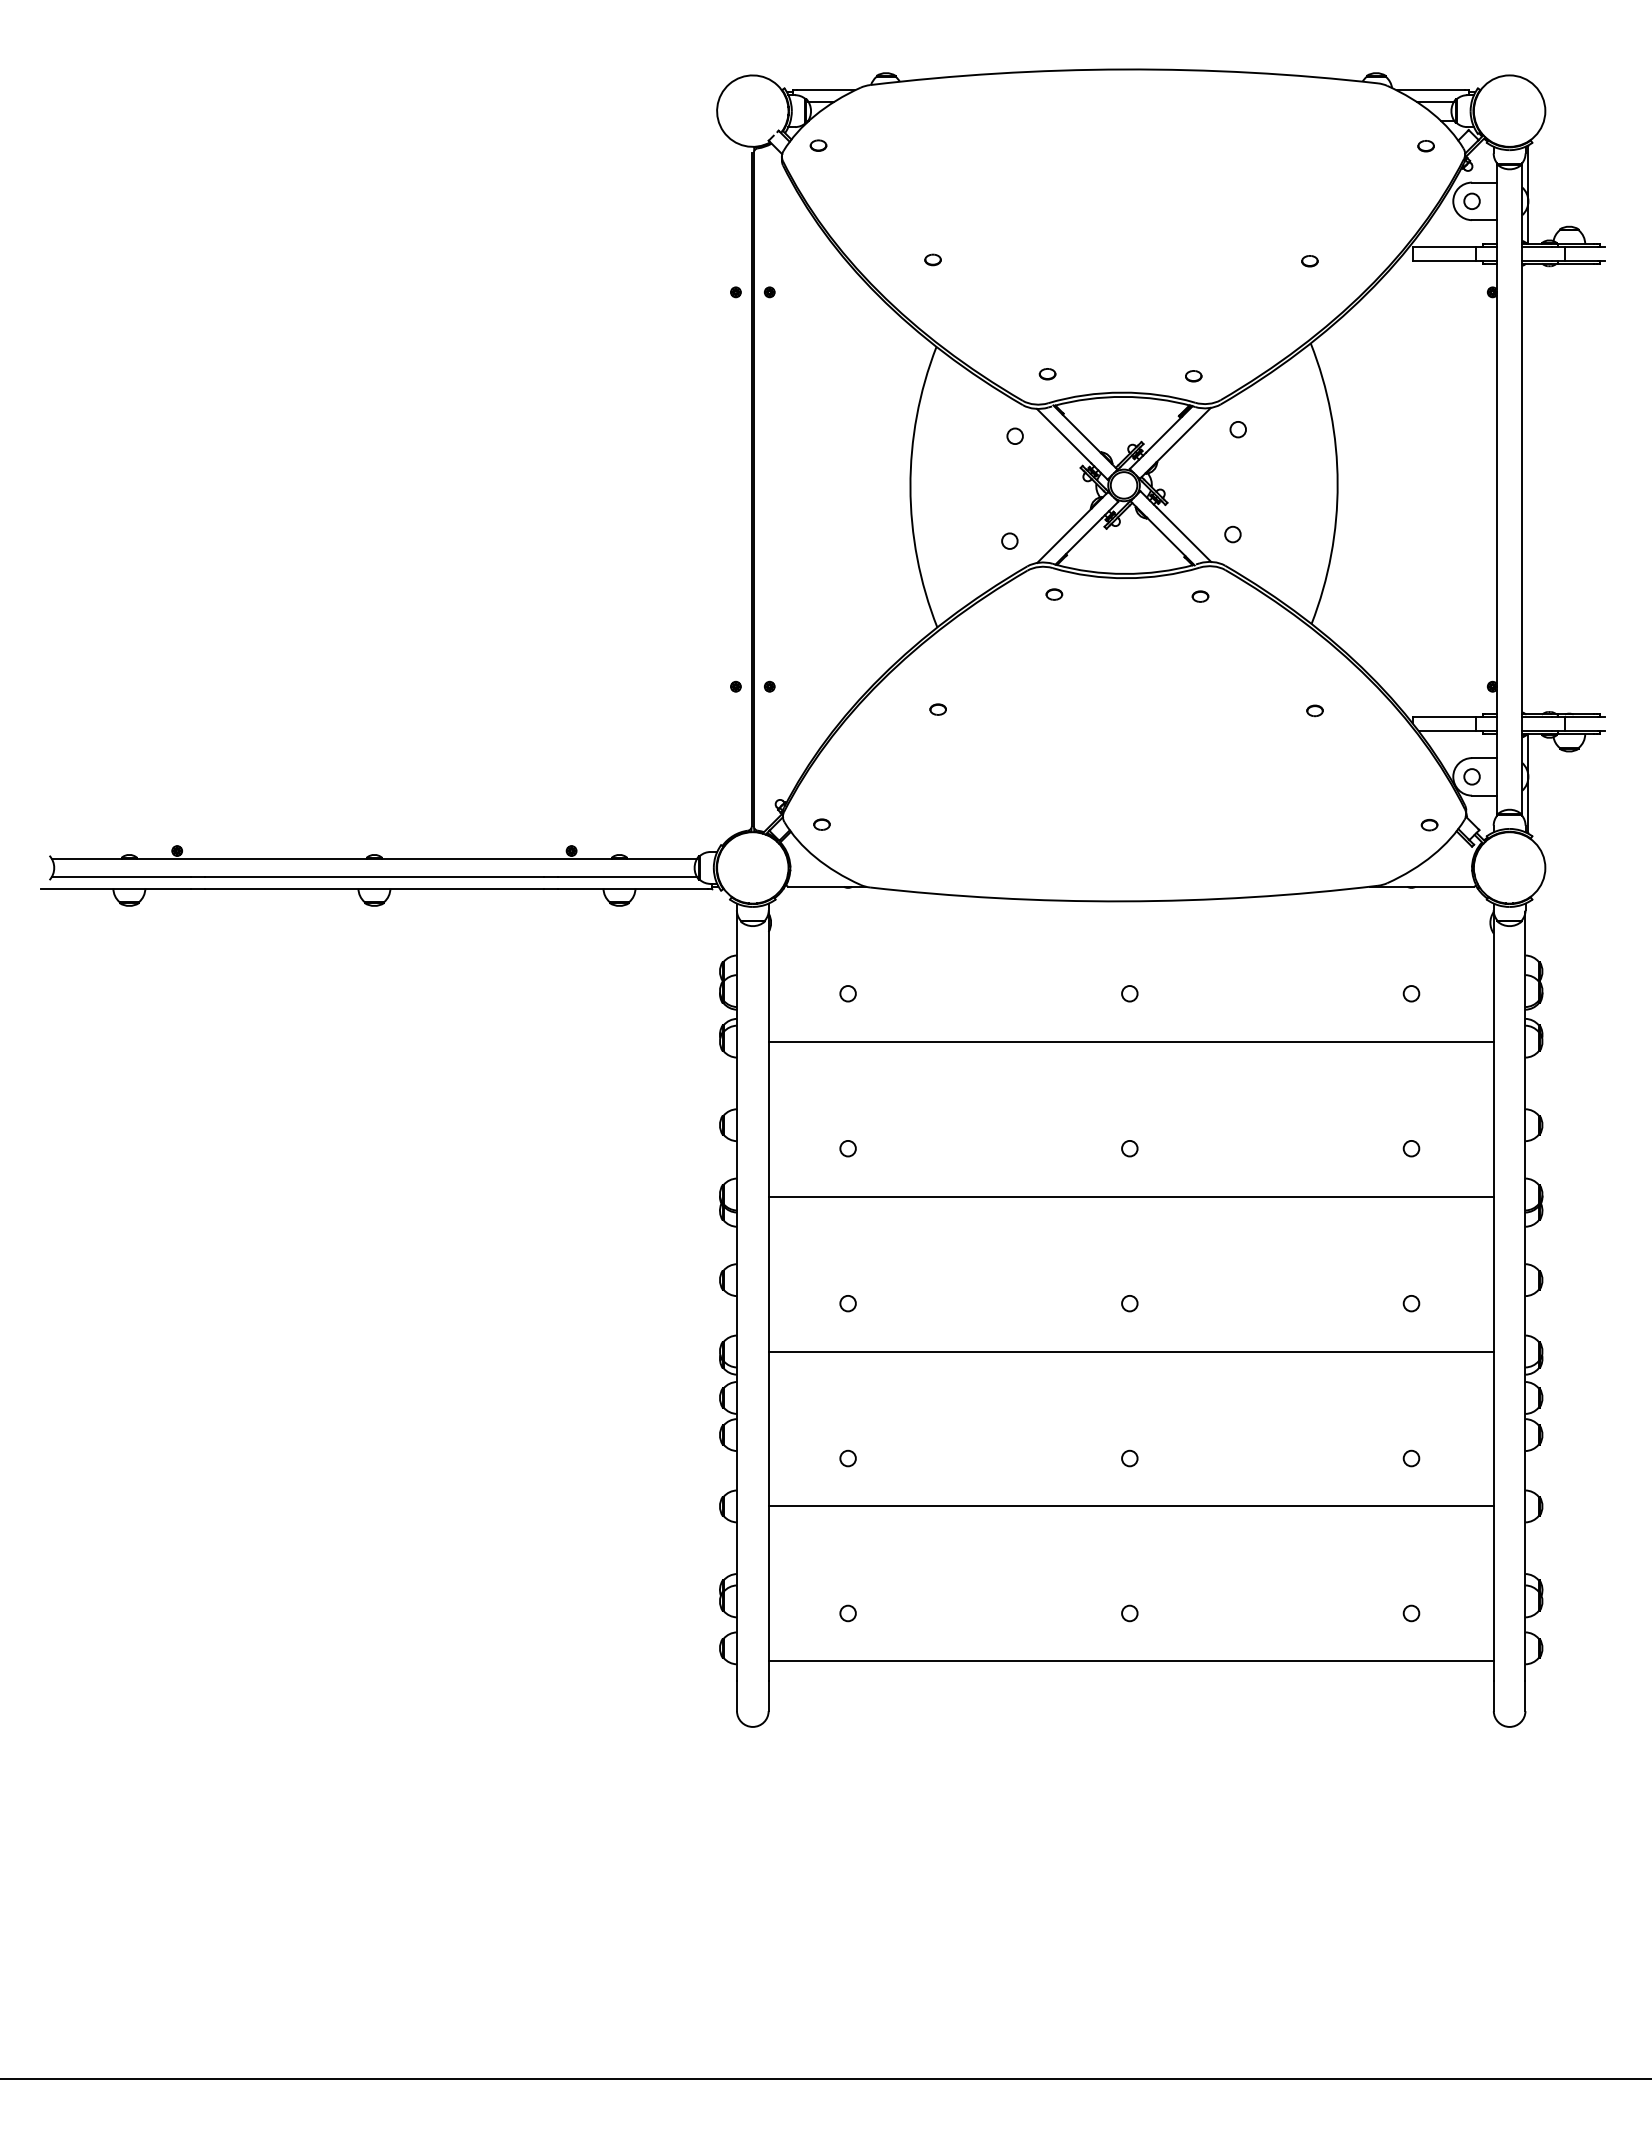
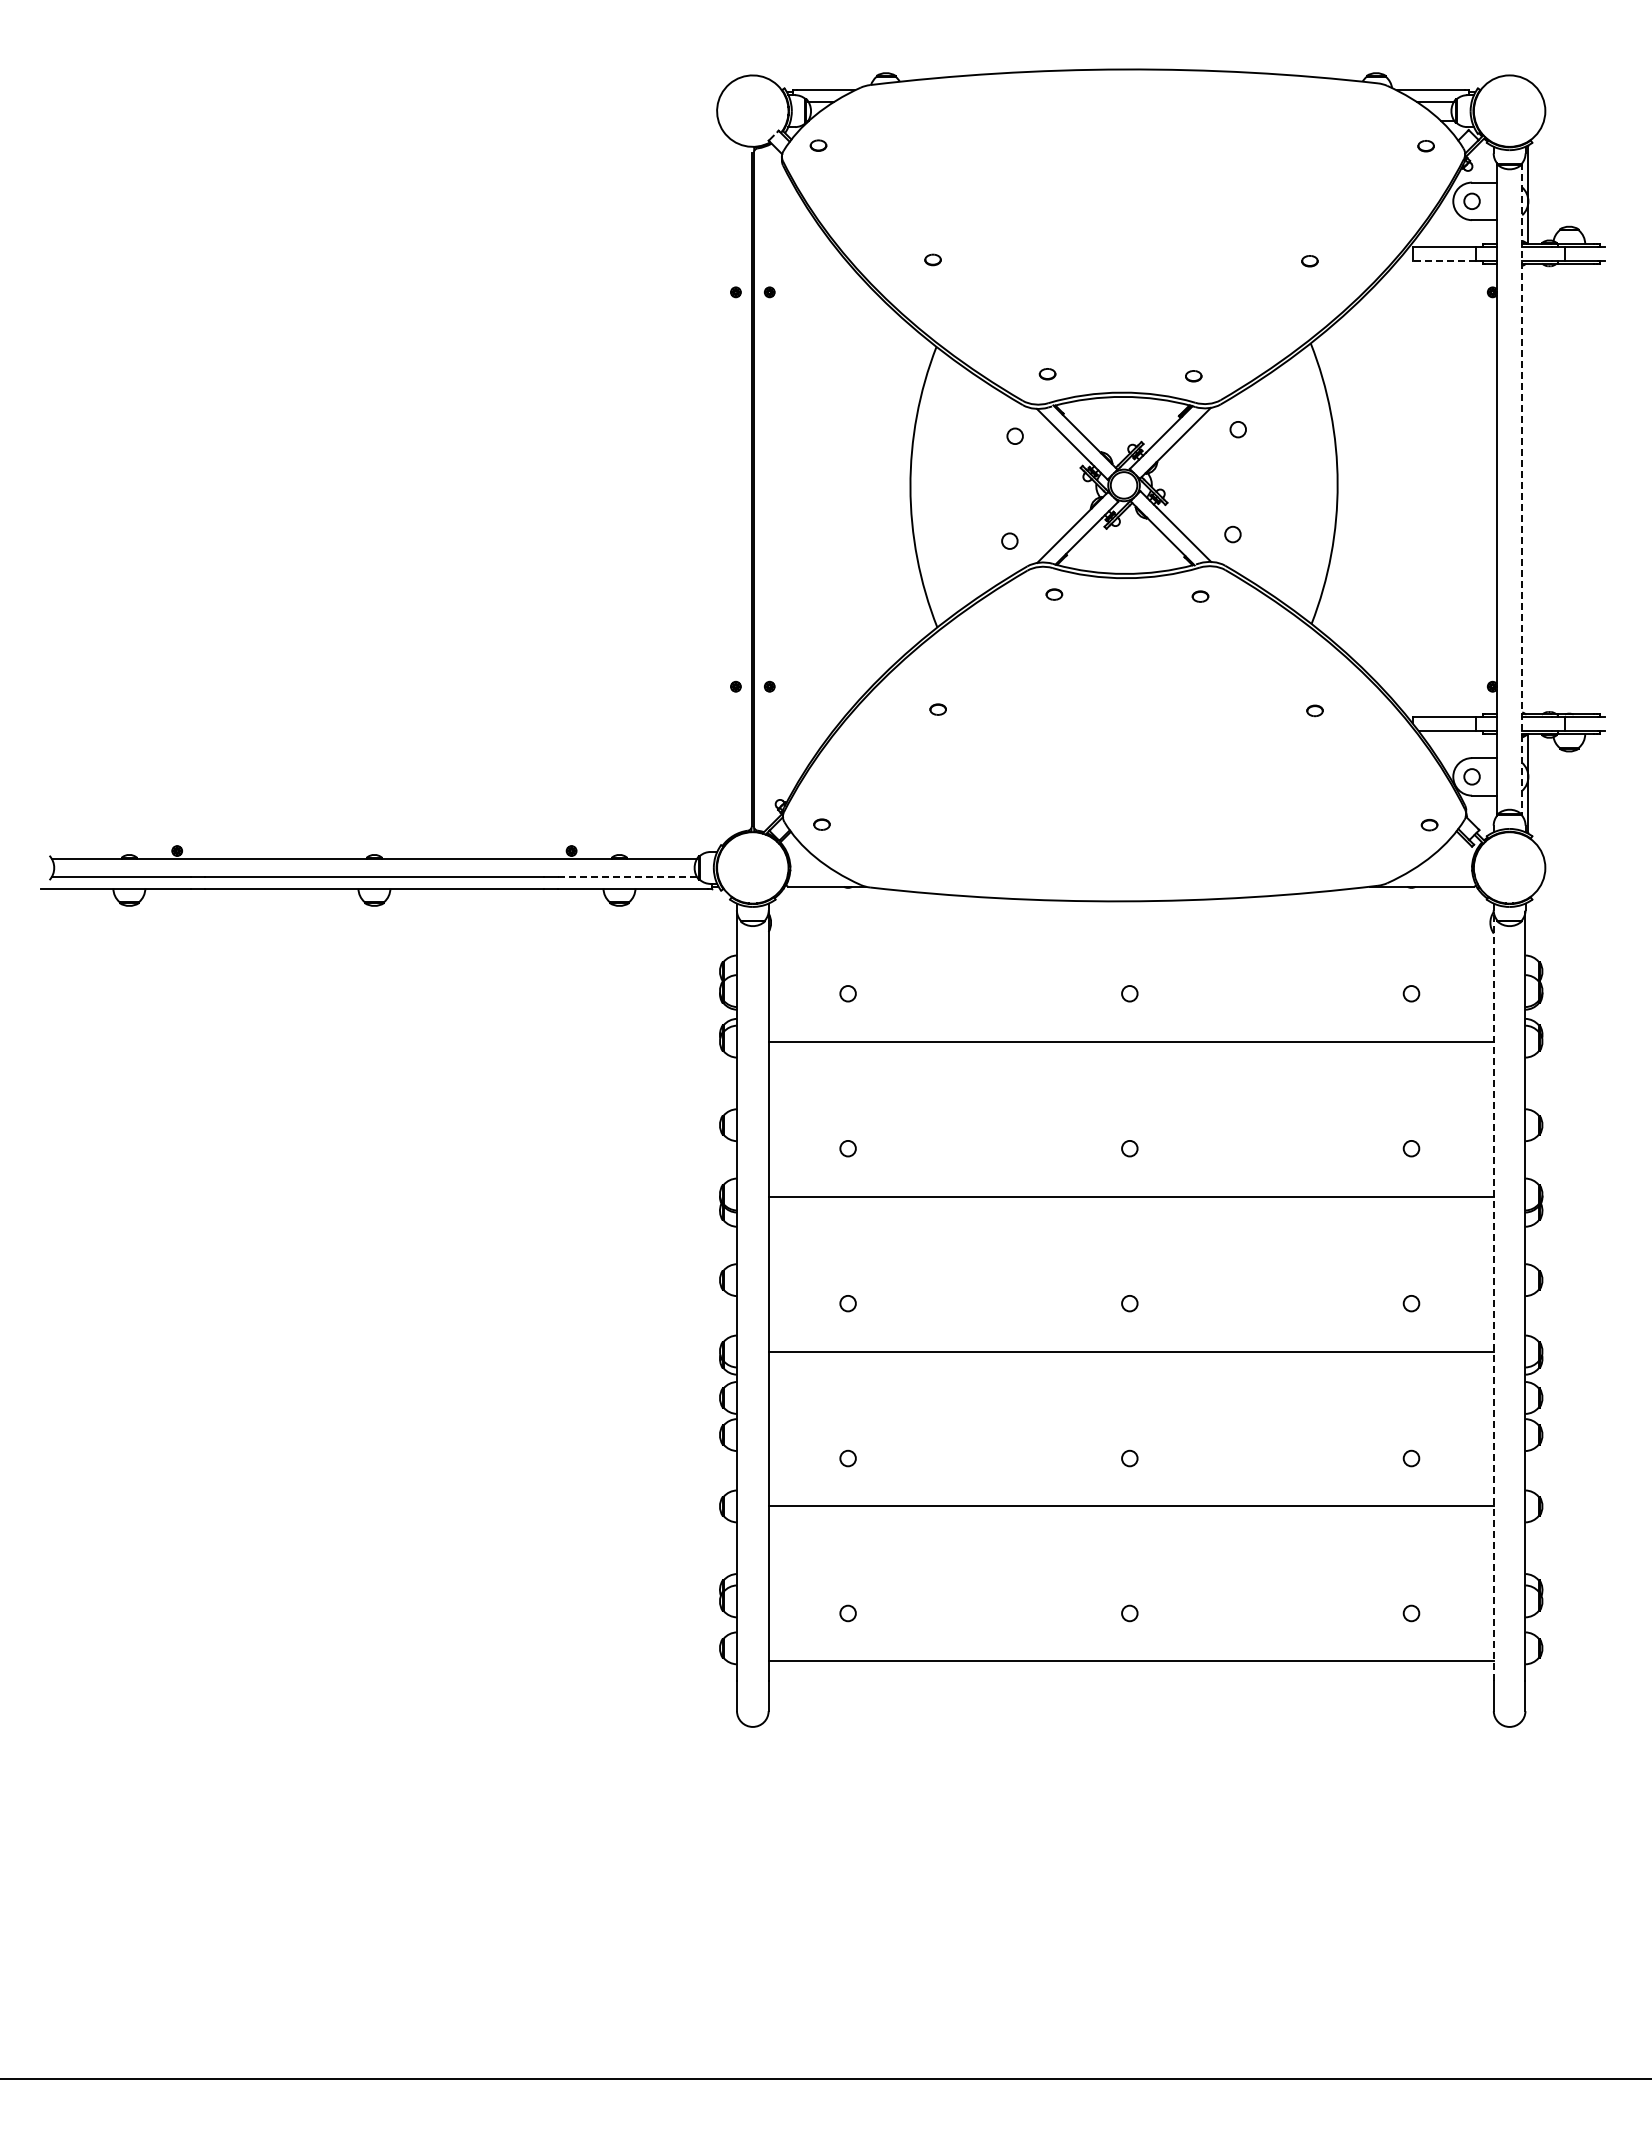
line at (1444, 260): solid -> dashed
line at (1522, 490): solid -> dashed
line at (627, 877): solid -> dashed
line at (1493, 1296): solid -> dashed
